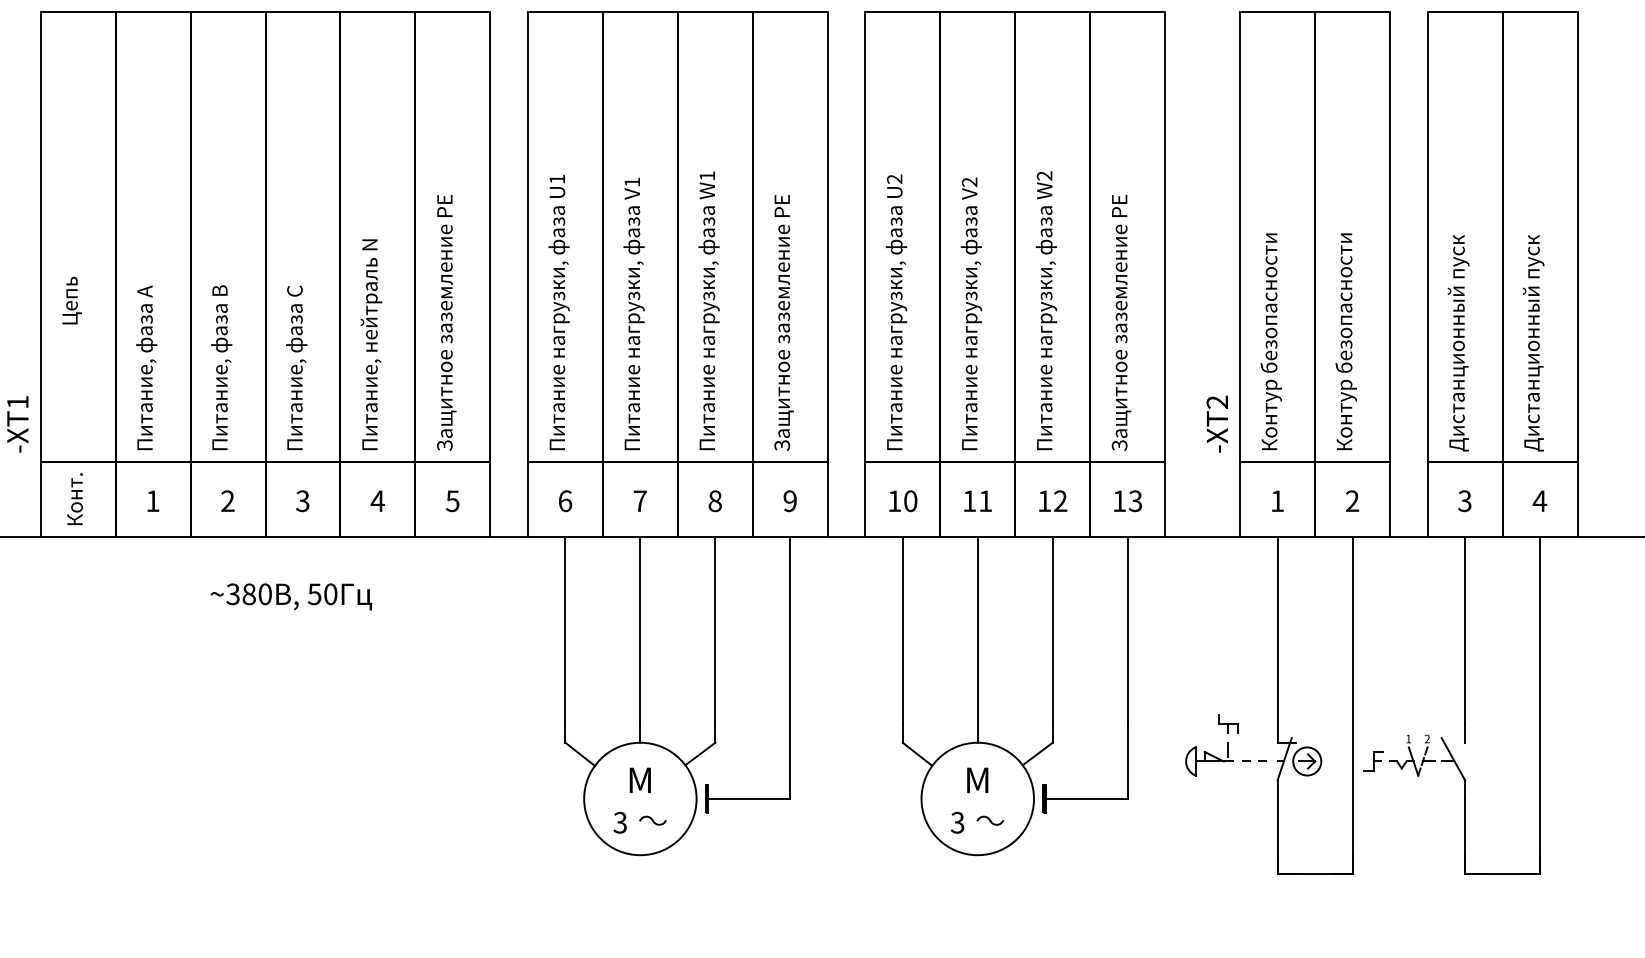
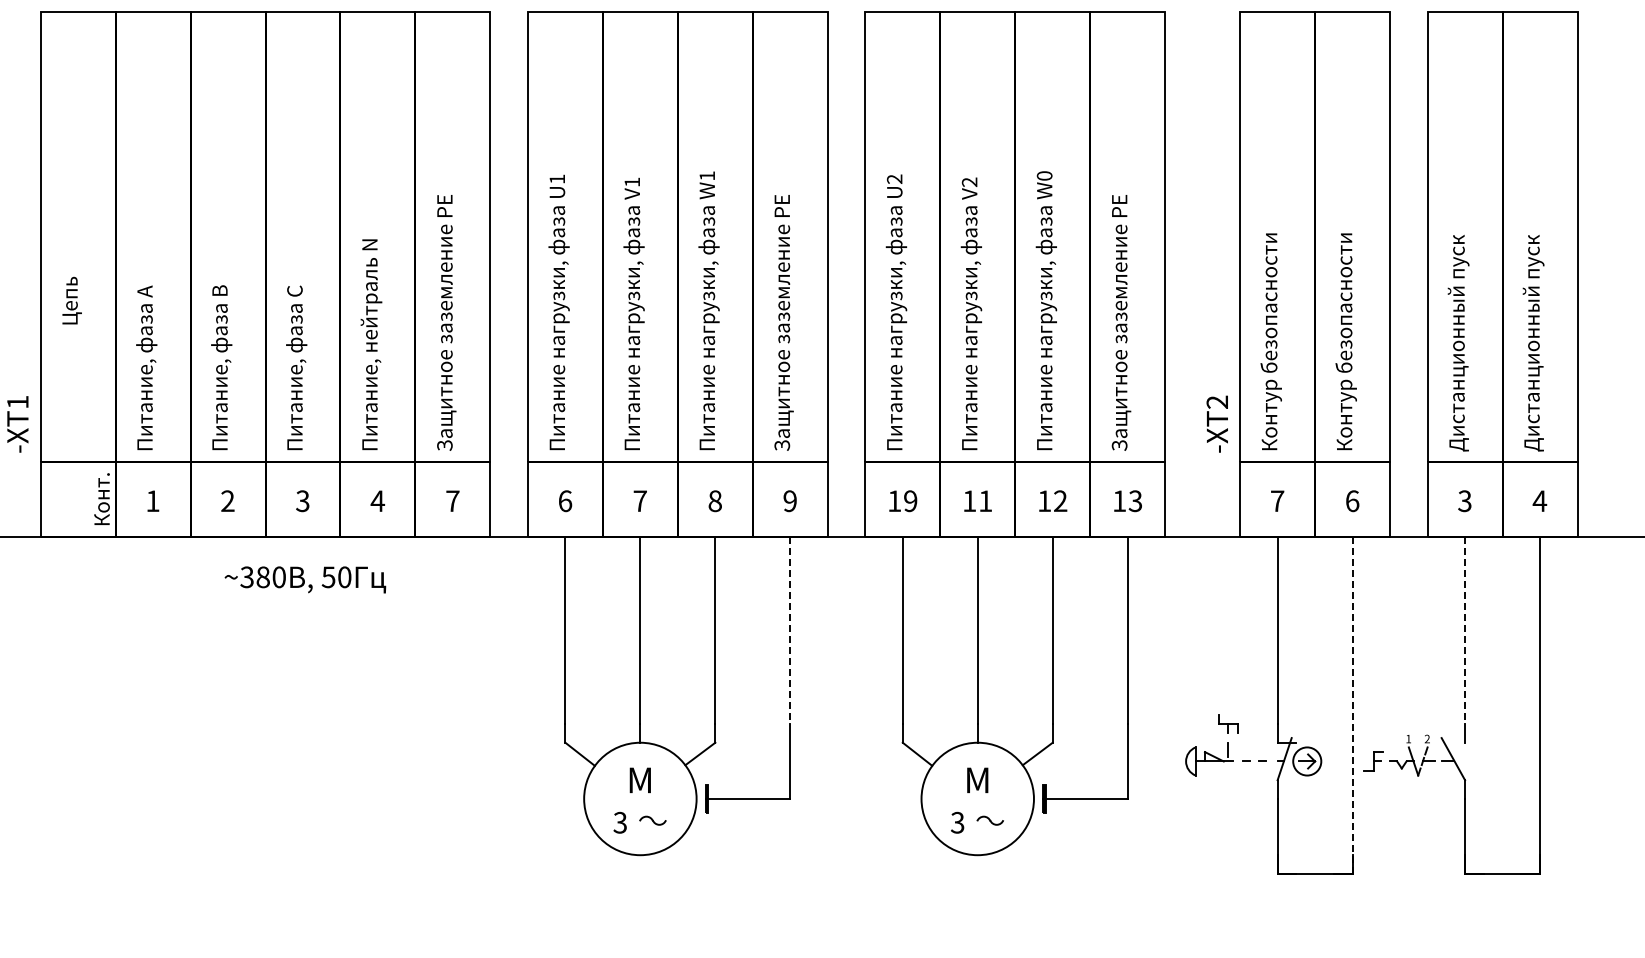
text at (1044, 175): W2 -> W0
text at (74, 498) position: (74, 498) -> (101, 498)
text at (1277, 500): 1 -> 7
text at (452, 501): 5 -> 7
text at (910, 501): 10 -> 19
text at (1352, 501): 2 -> 6
text at (291, 596) position: (291, 596) -> (305, 579)
line at (790, 630): solid -> dashed
line at (1465, 630): solid -> dashed
line at (1352, 705): solid -> dashed
